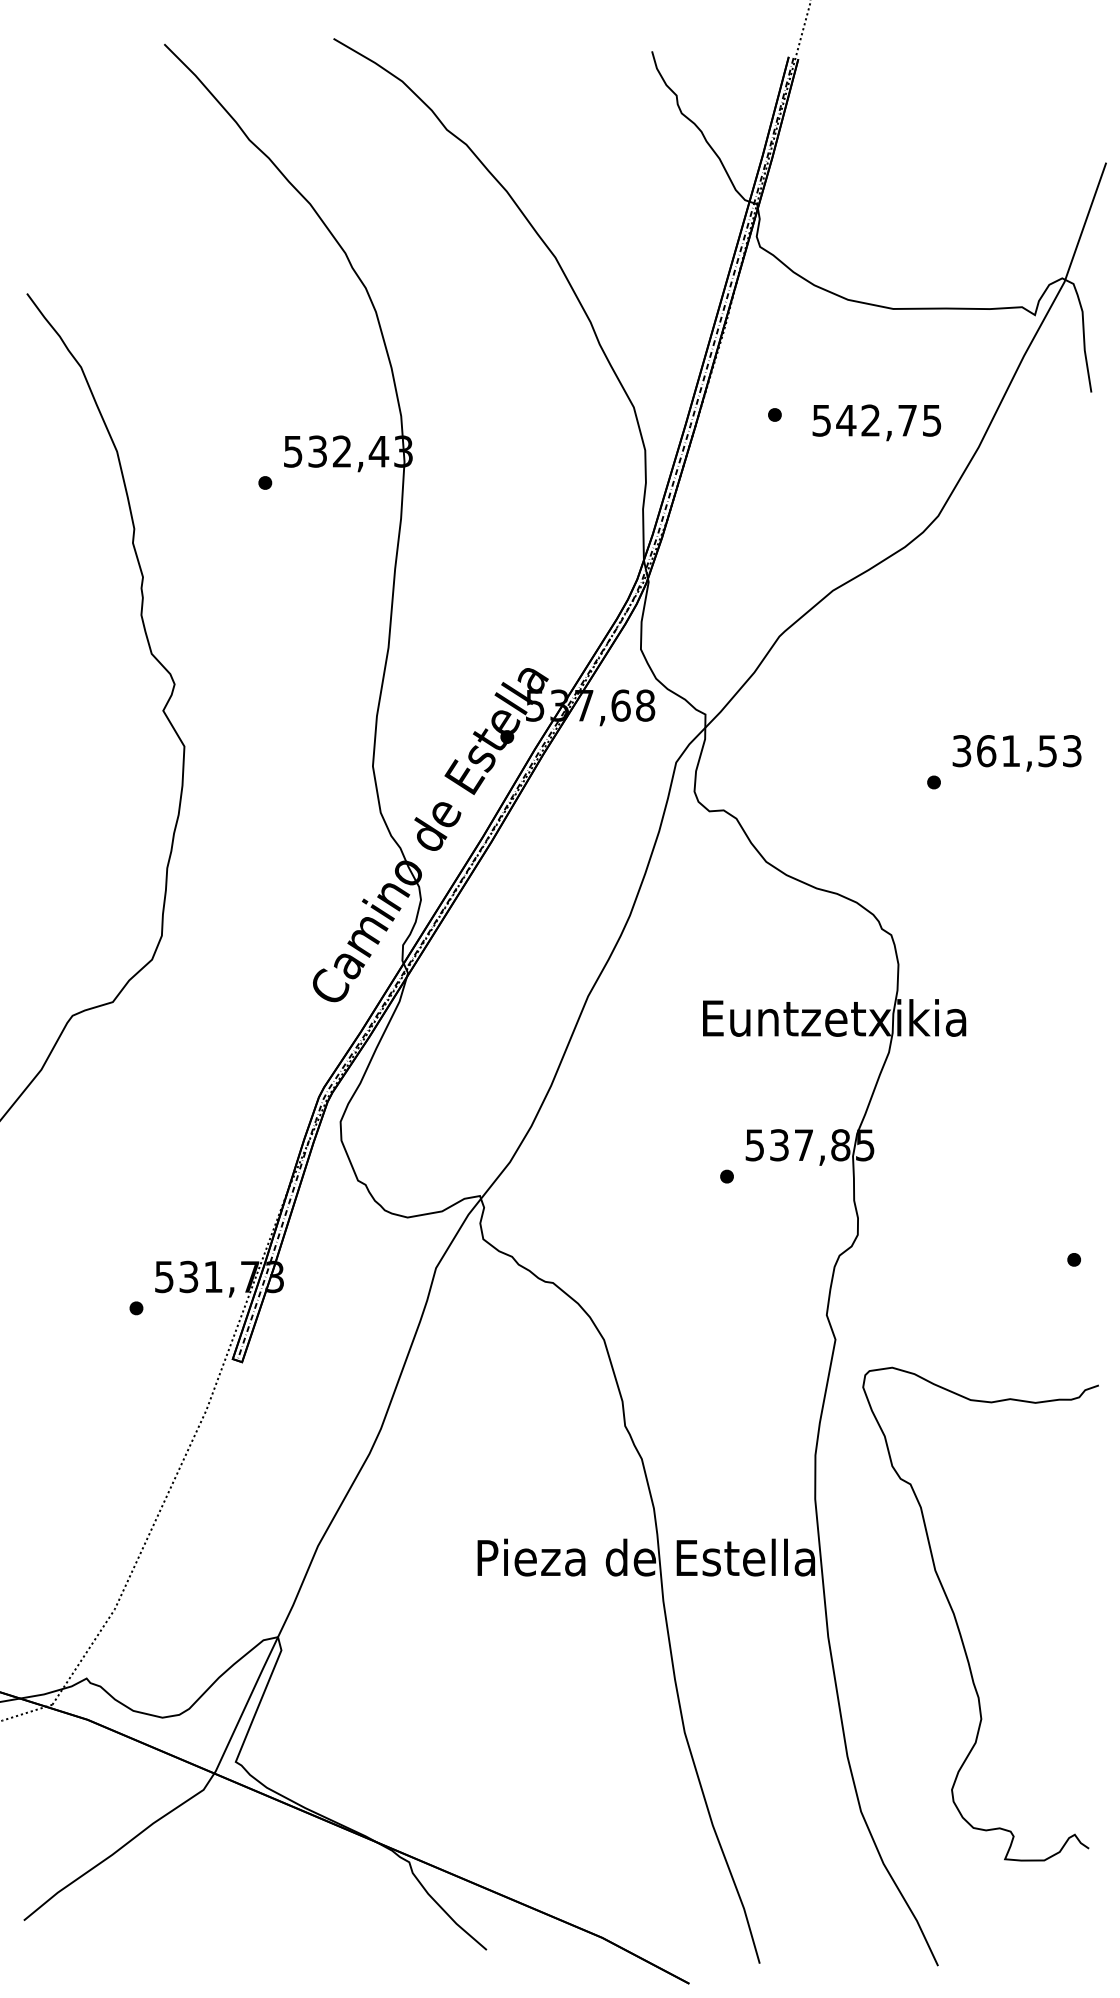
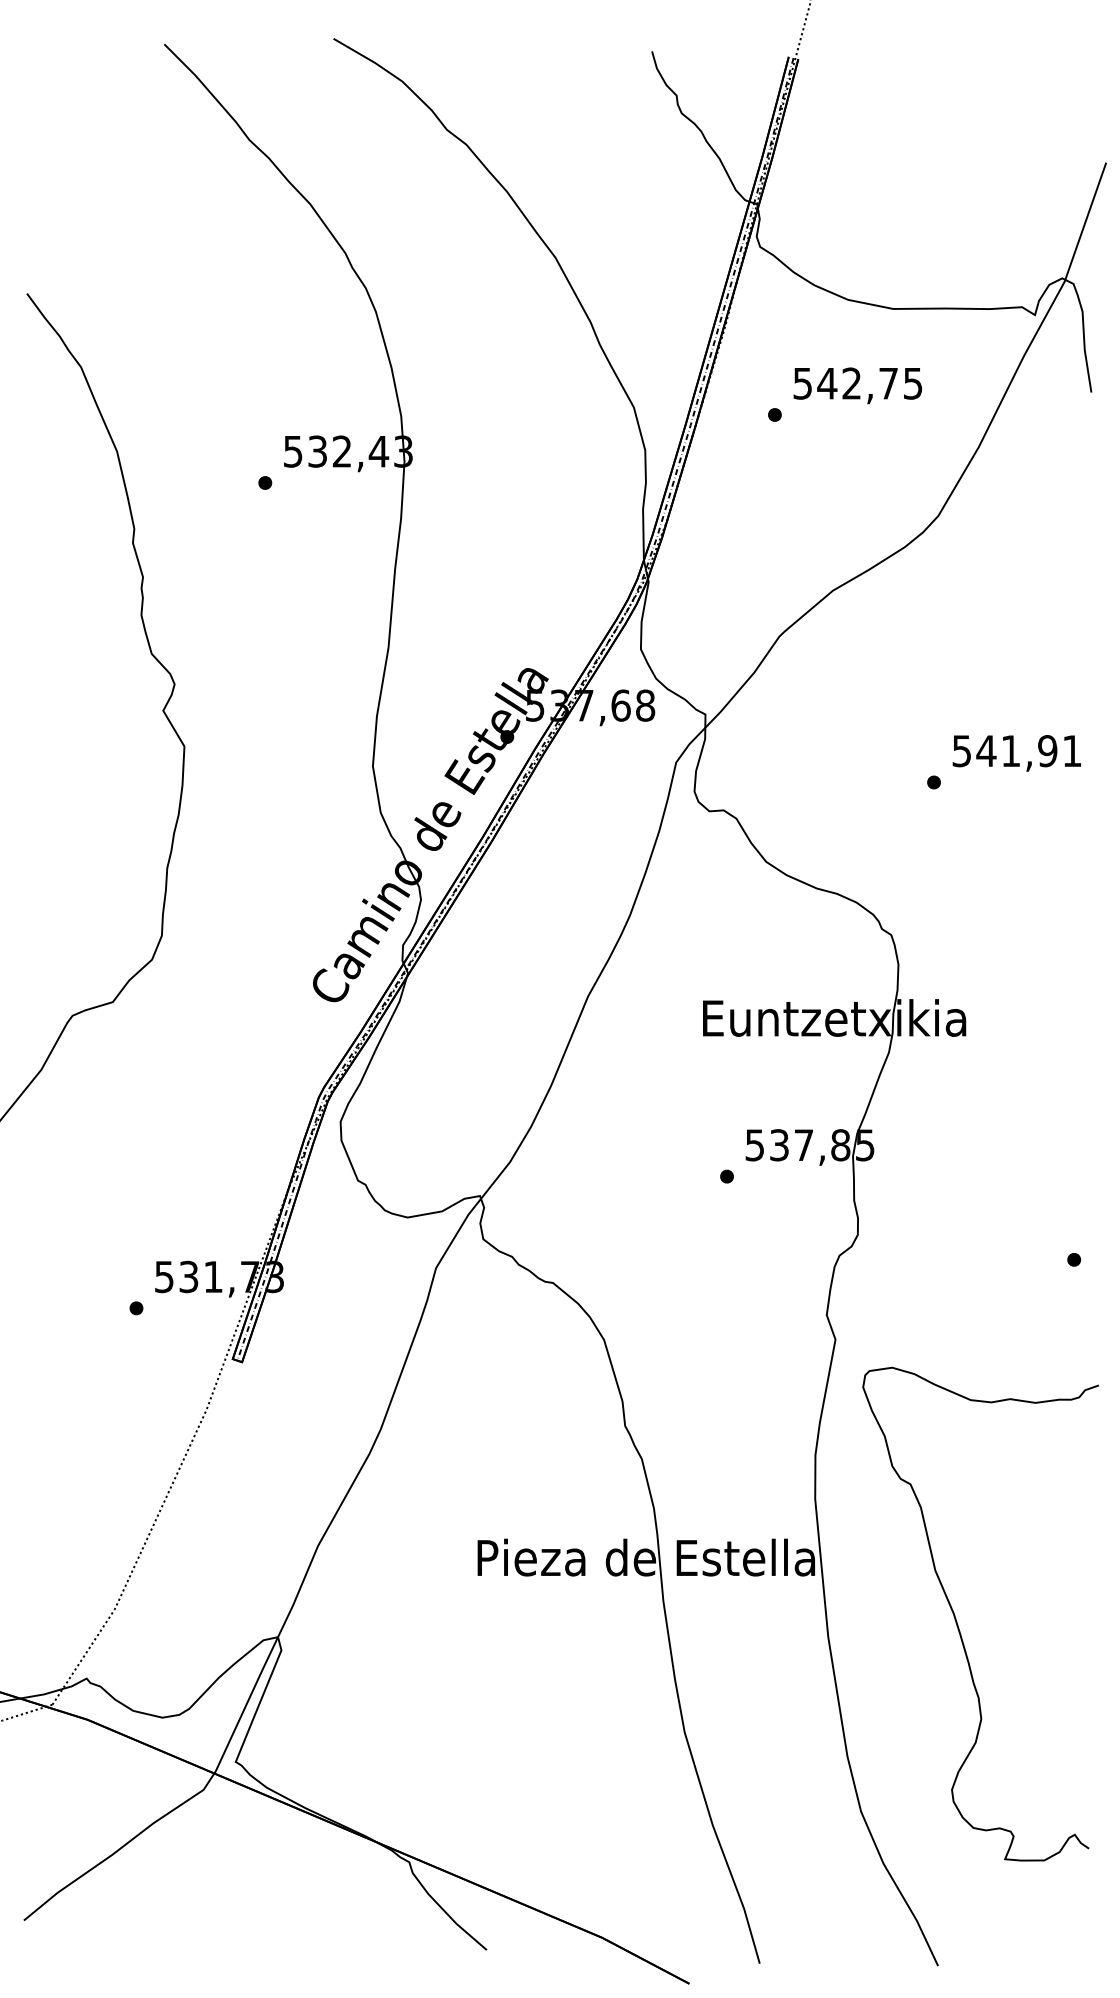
text at (876, 422) position: (876, 422) -> (857, 385)
text at (1017, 751): 361,53 -> 541,91
